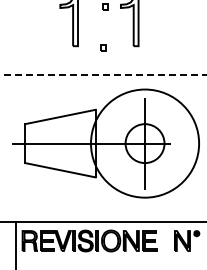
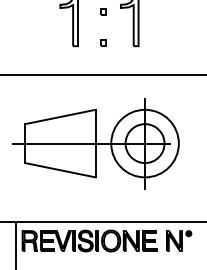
part at (105, 6) position: (105, 6) -> (103, 11)
part at (103, 47) position: (103, 47) -> (103, 42)
line at (103, 75): dashed -> solid
circle at (145, 143) diameter: 108 px -> 68 px
part at (187, 240) position: (187, 240) -> (179, 240)
